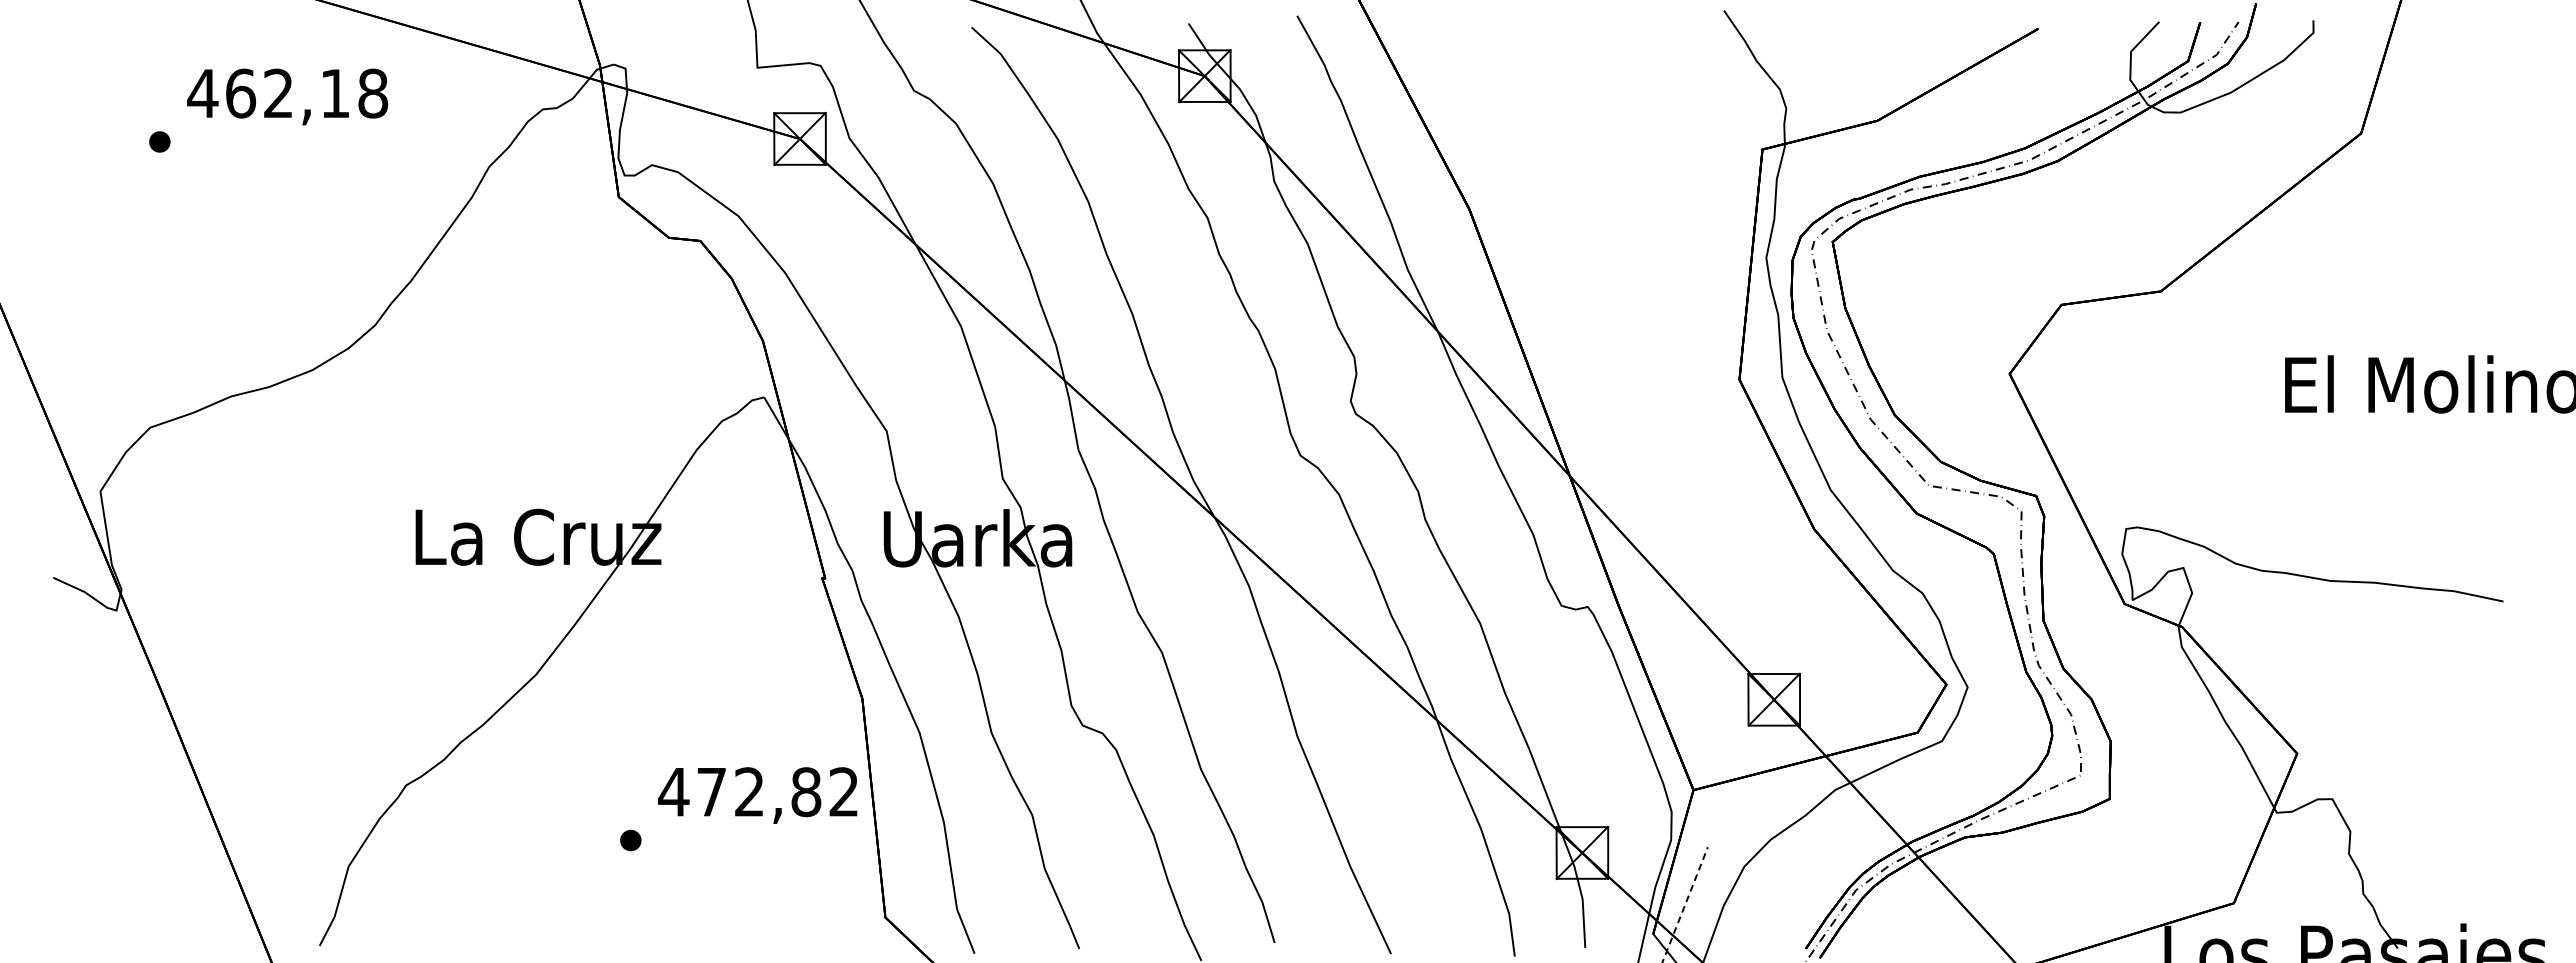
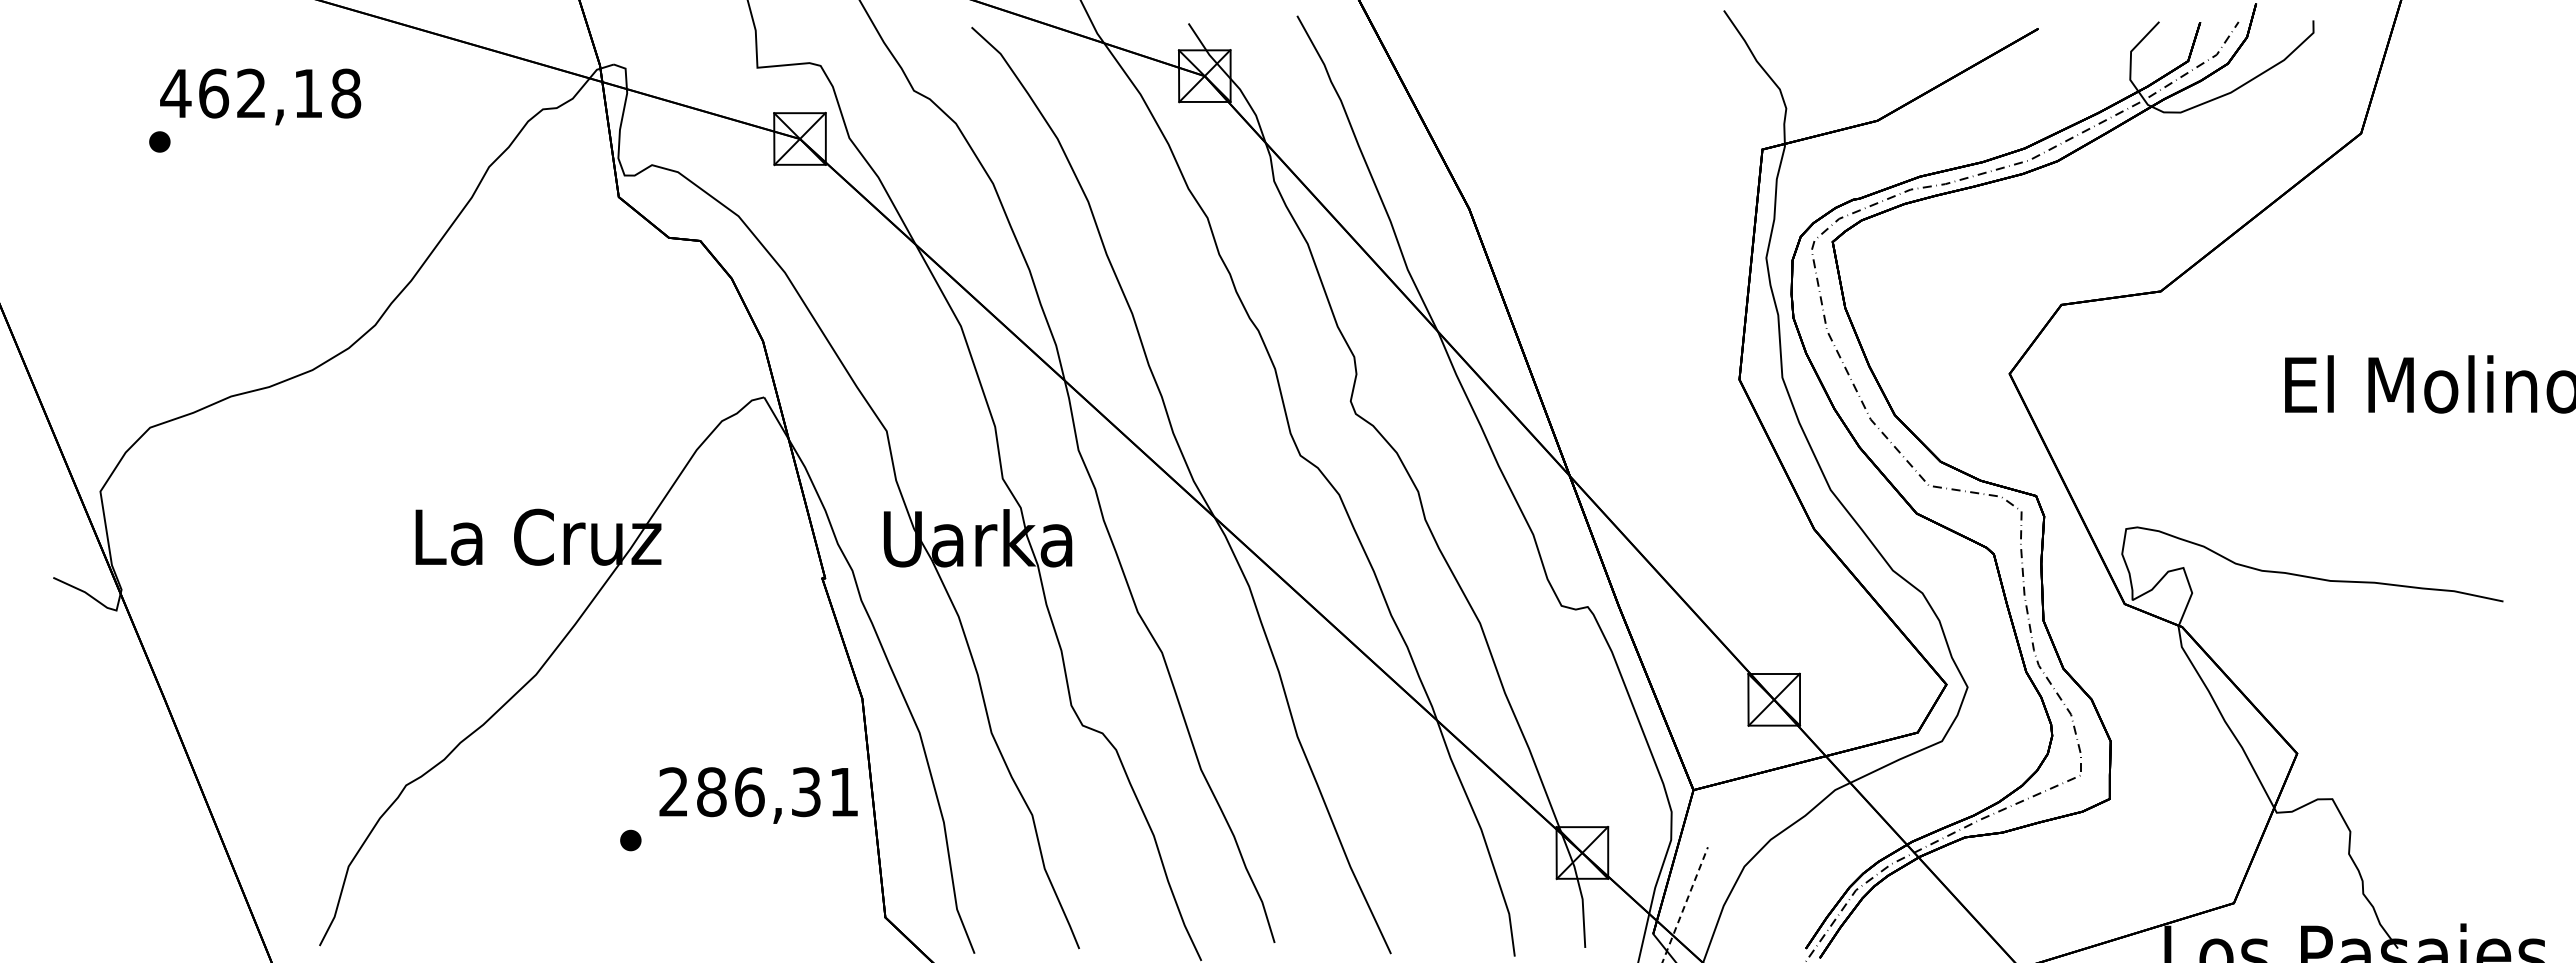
text at (287, 96) position: (287, 96) -> (260, 96)
text at (757, 792): 472,82 -> 286,31
